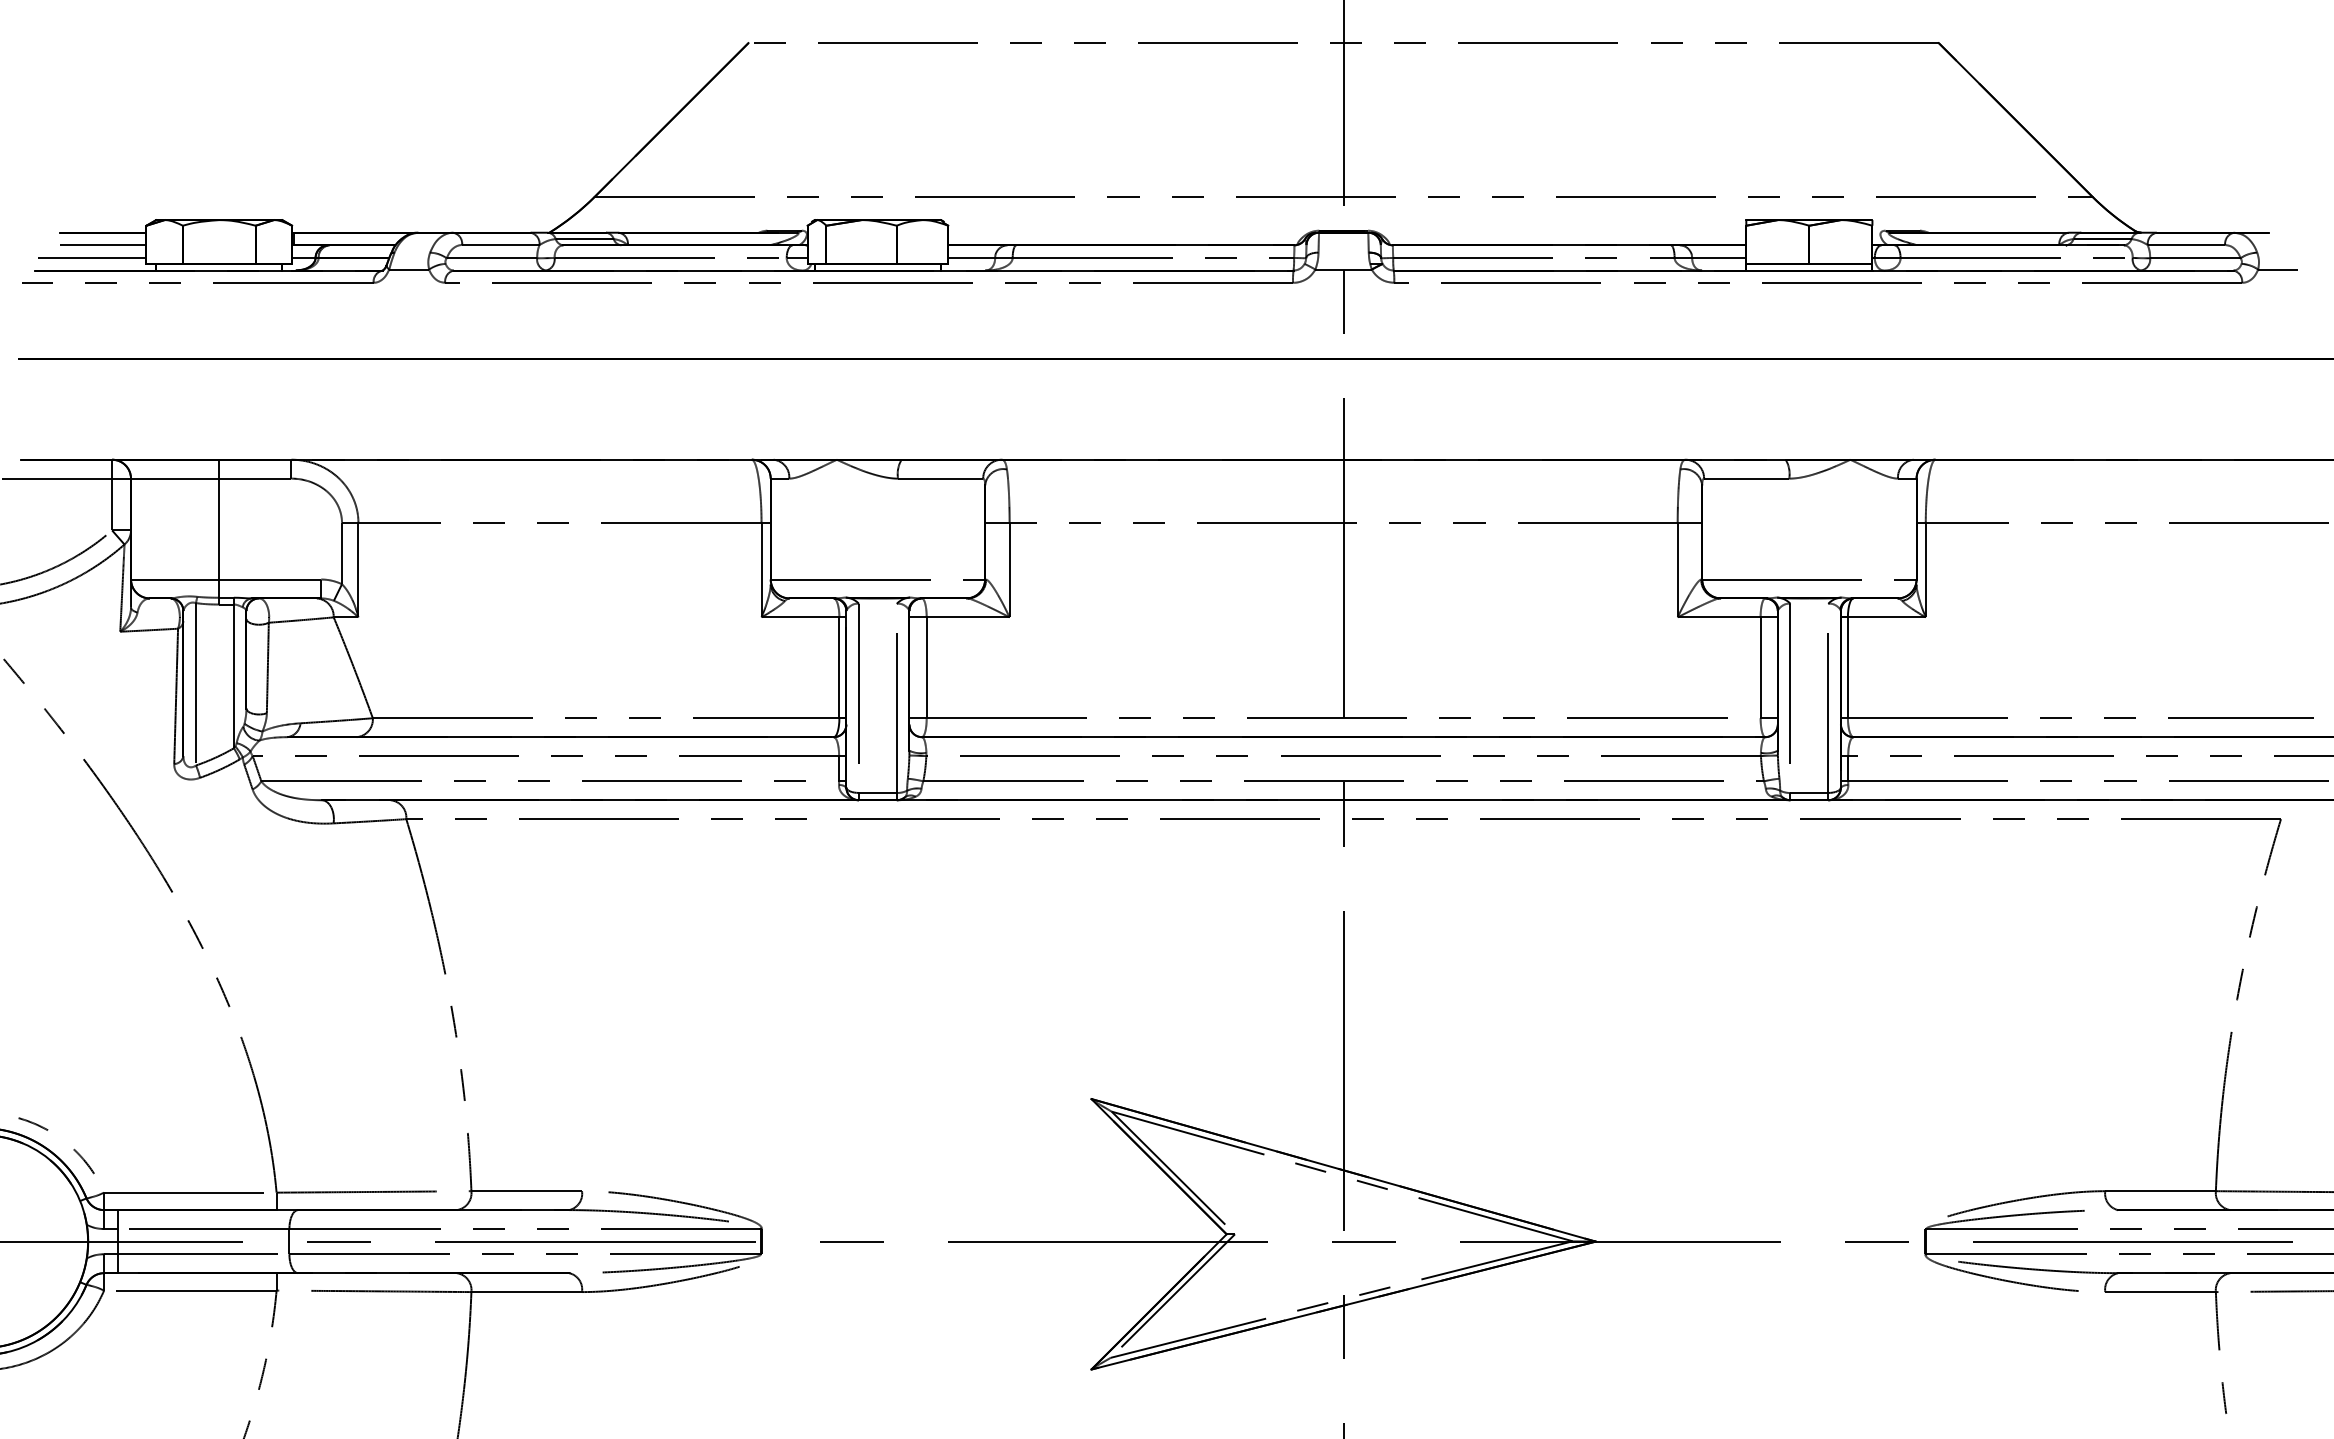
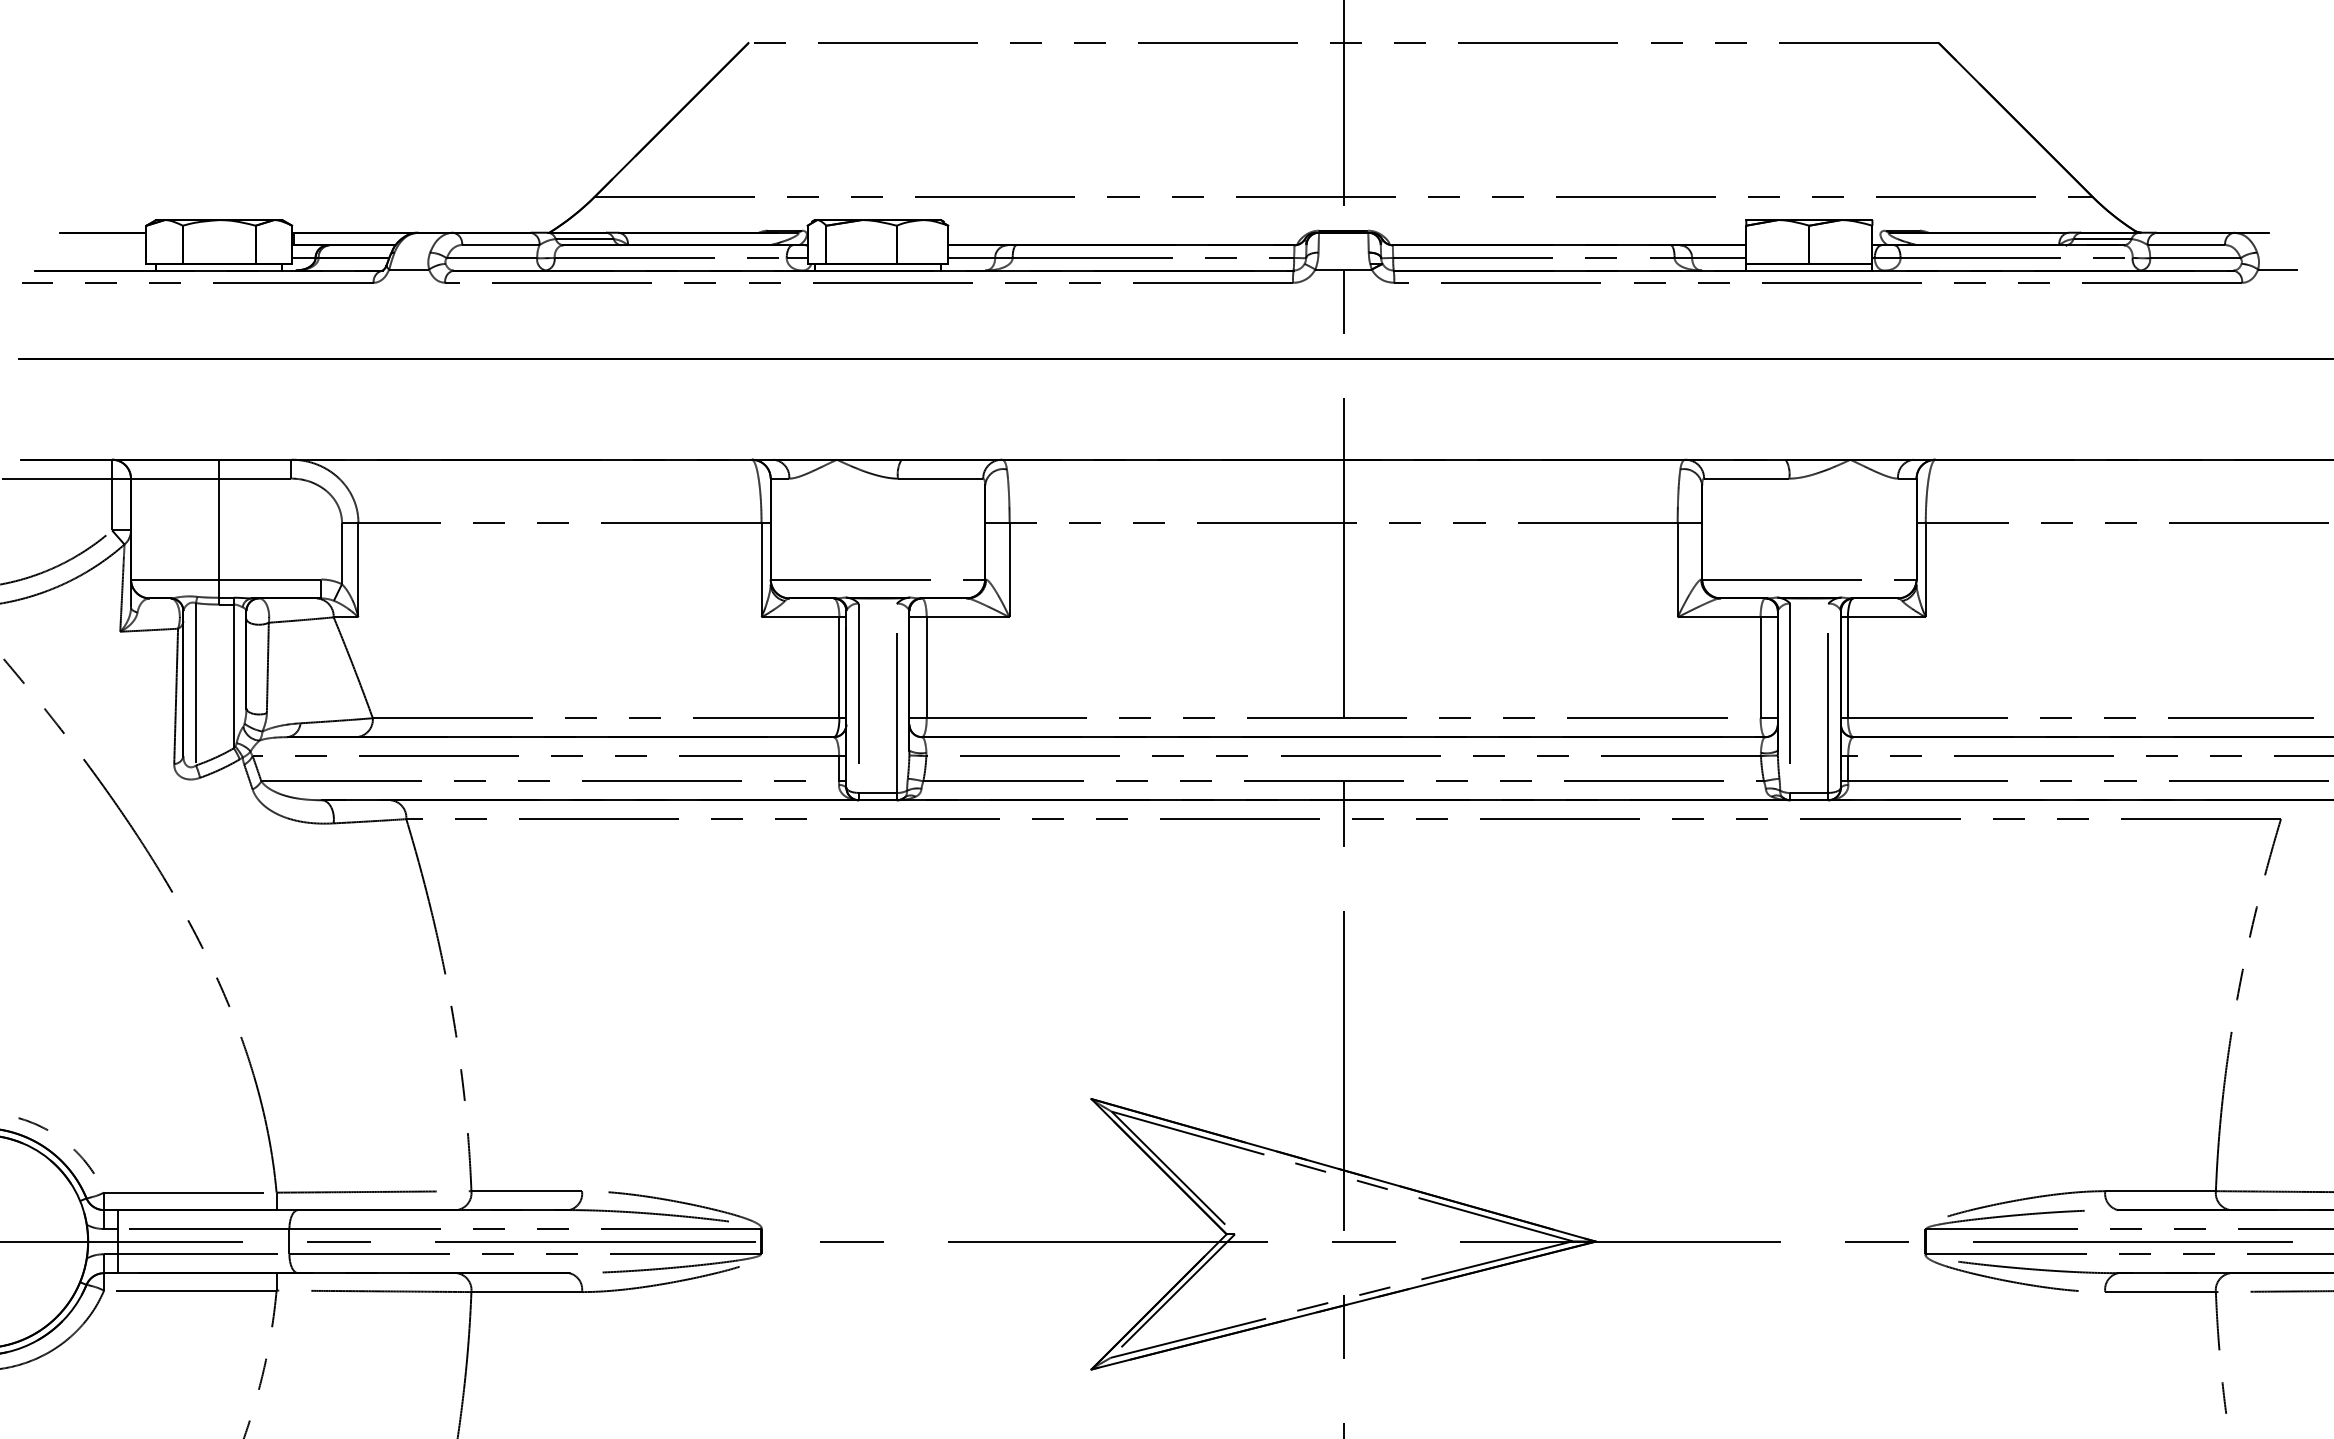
line at (102, 245): present -> none
line at (91, 258): present -> none
